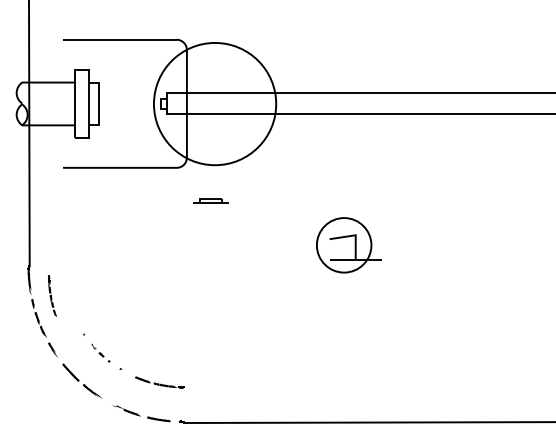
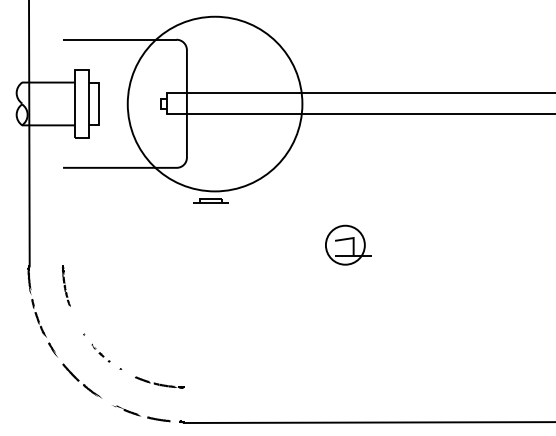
circle at (214, 103) diameter: 122 px -> 175 px
part at (348, 245) size: 66x57 px -> 47x42 px
part at (52, 295) position: (52, 295) -> (66, 285)
